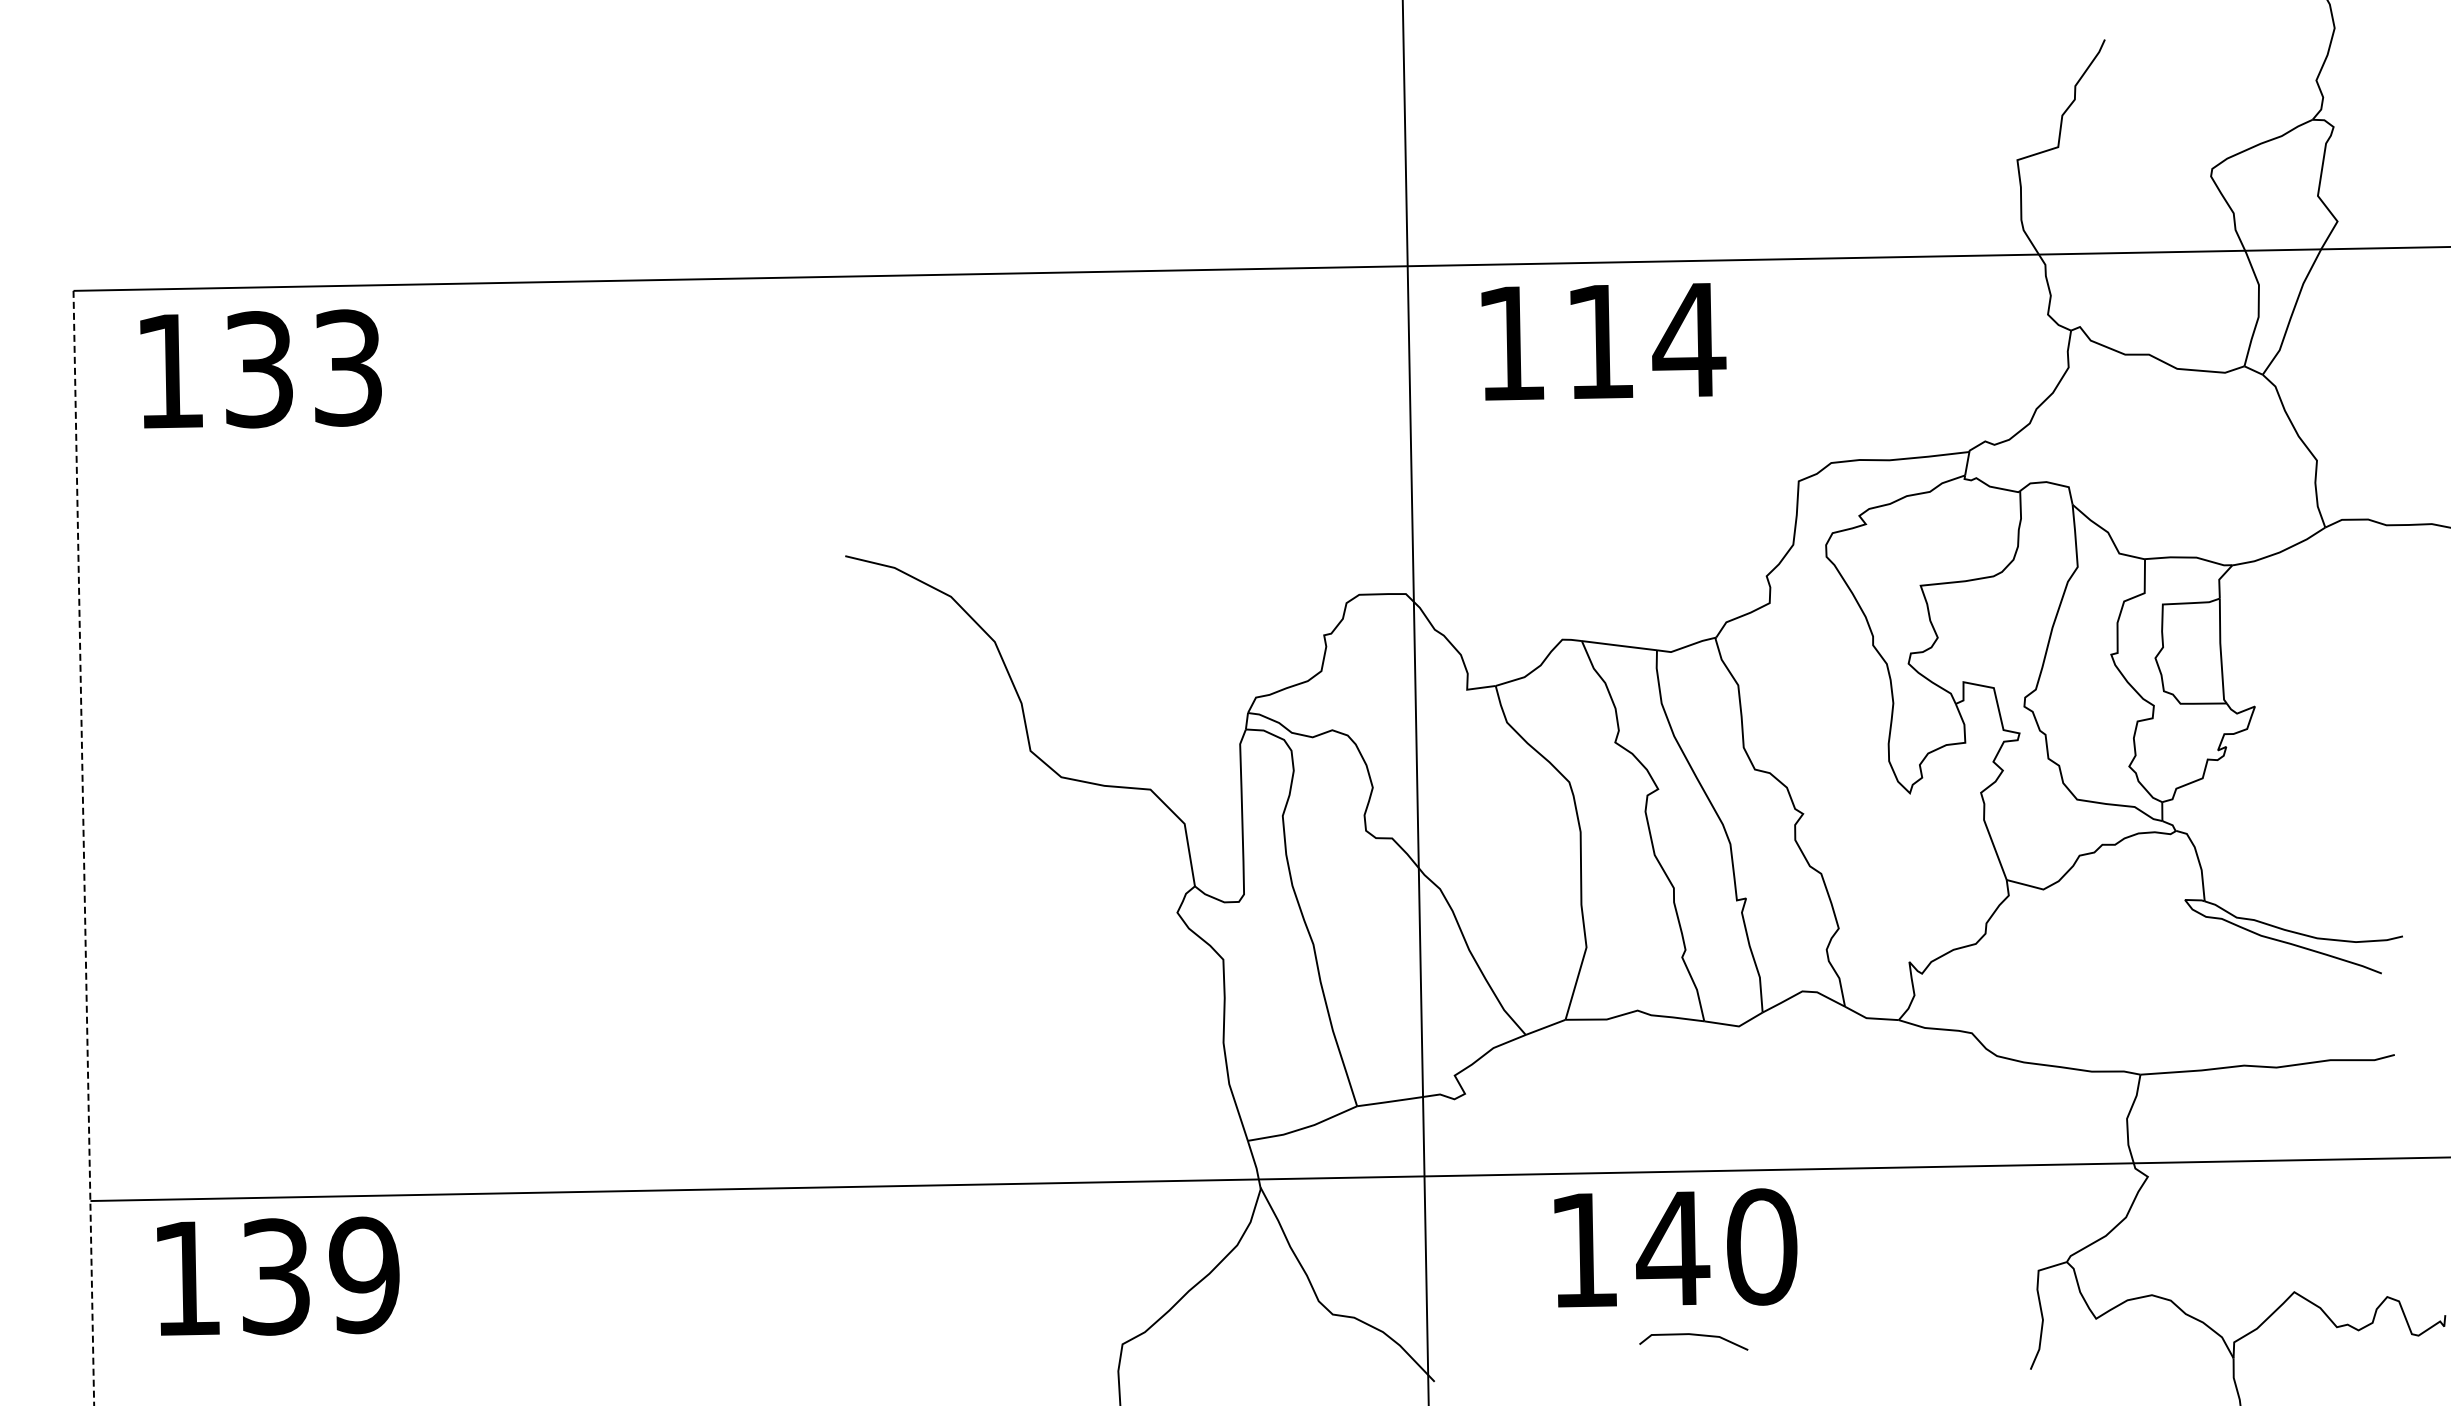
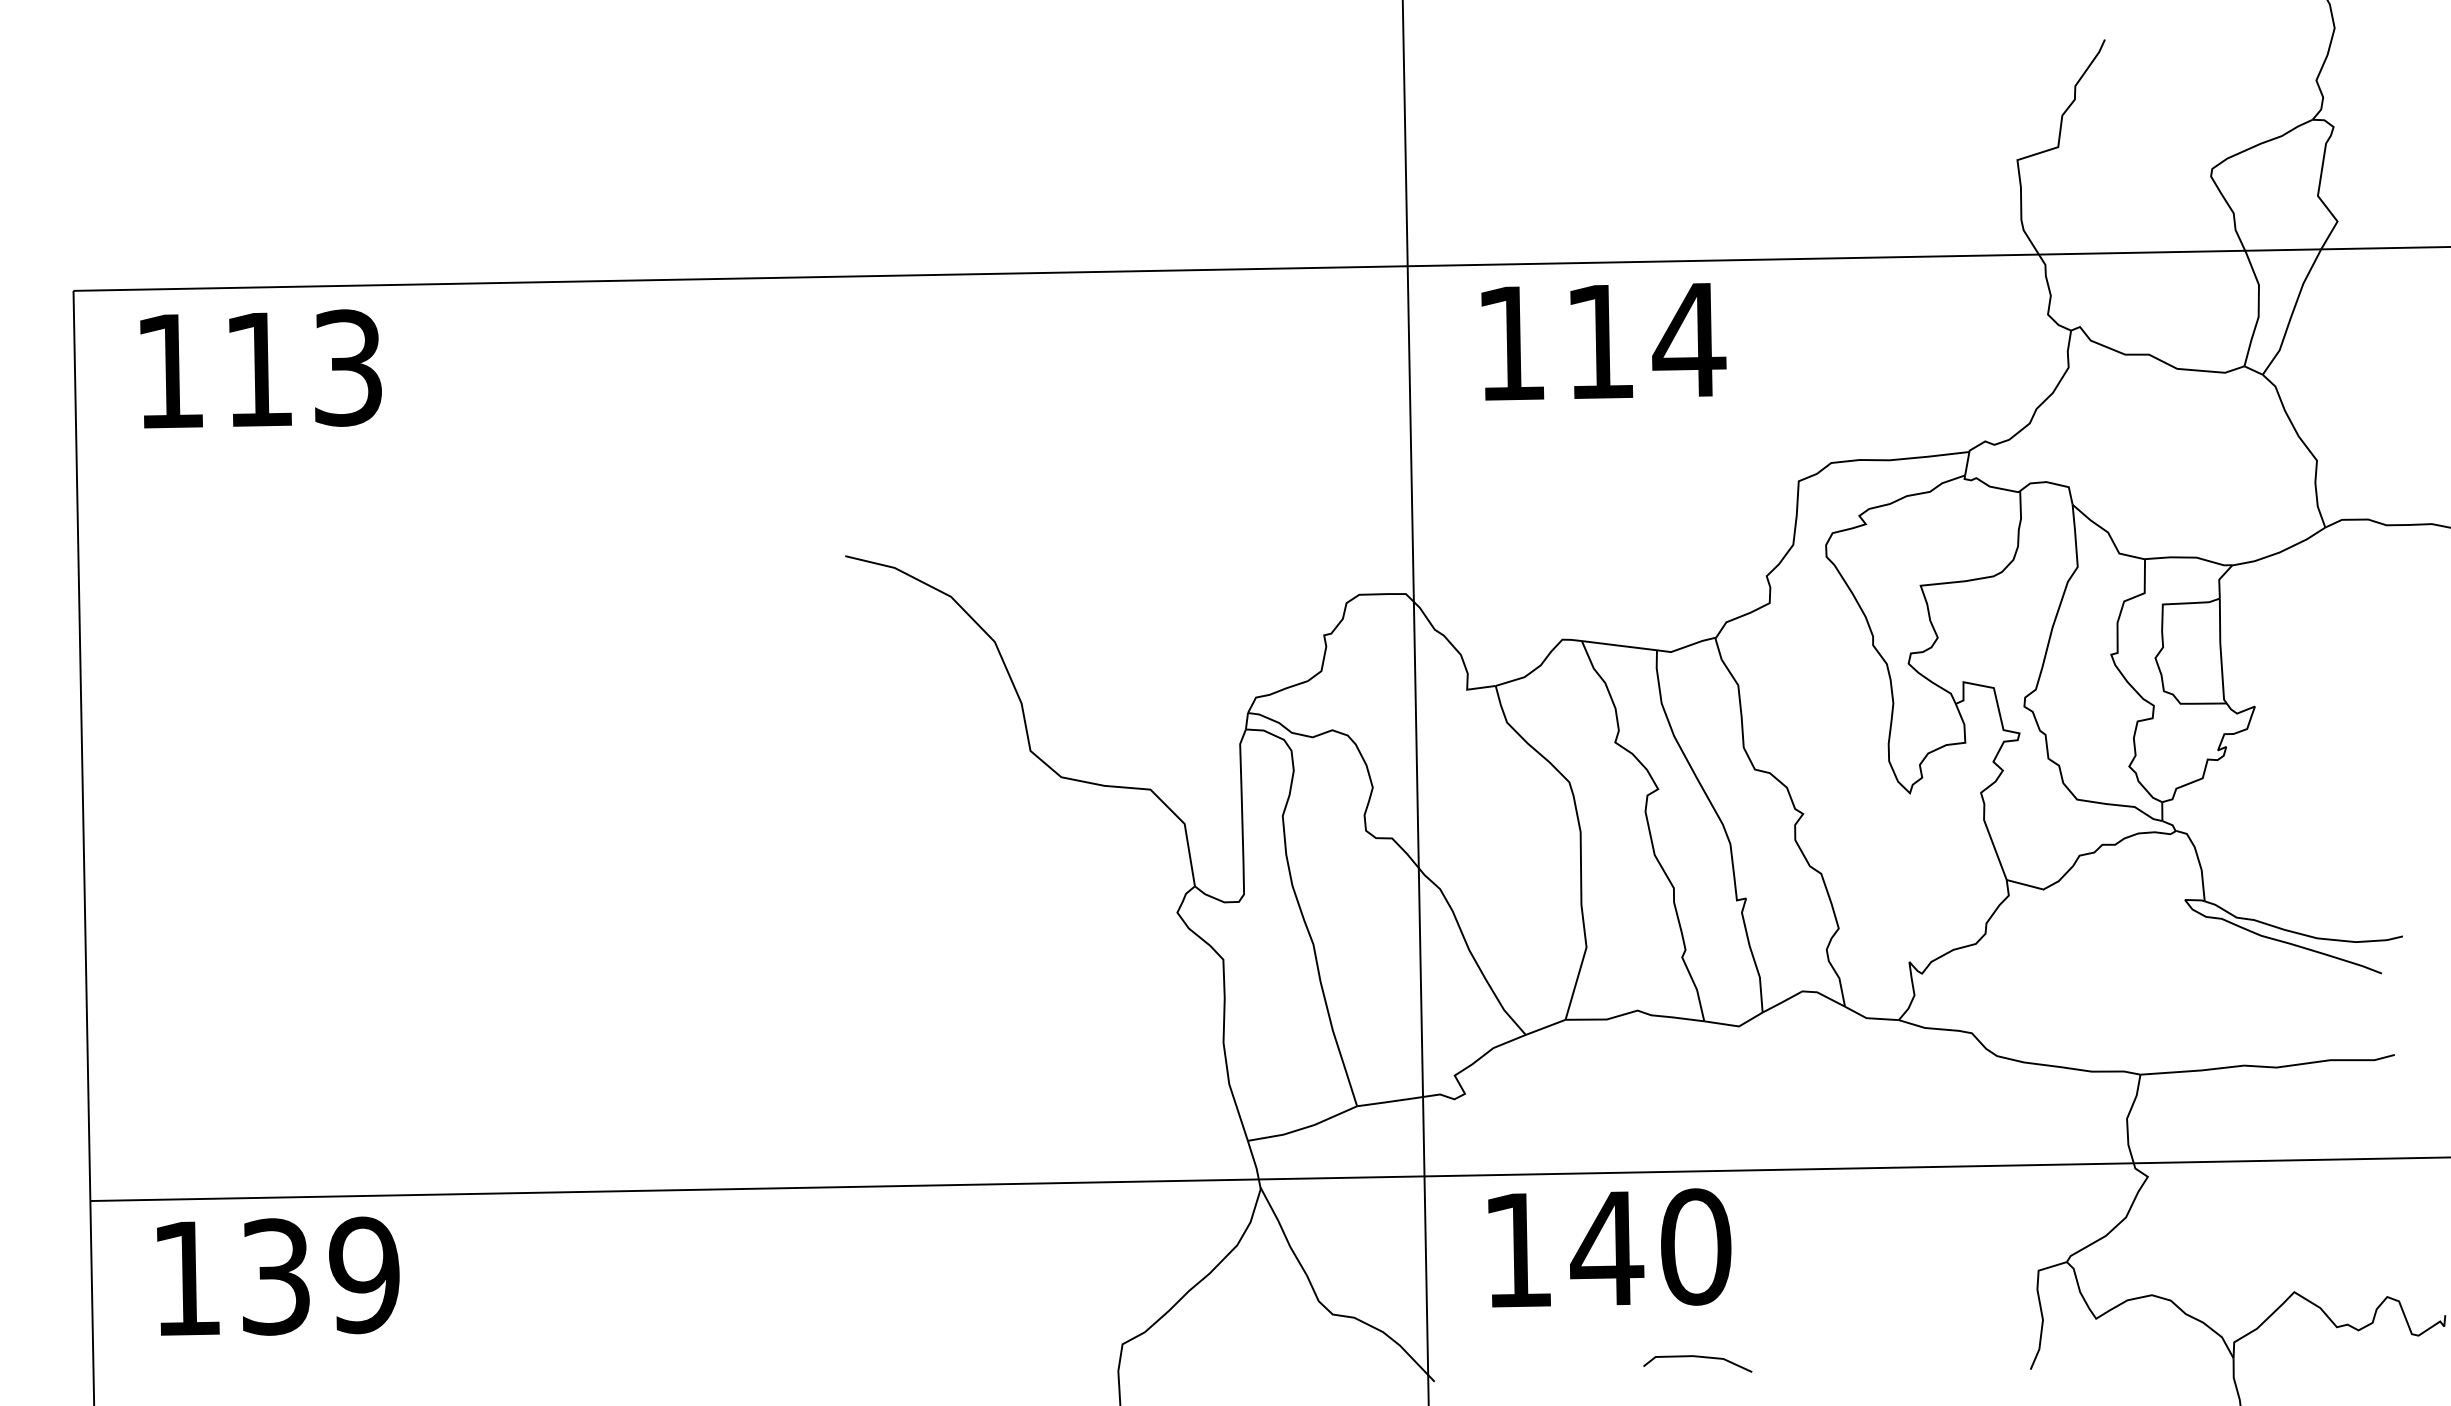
text at (259, 369): 133 -> 113
line at (83, 848): dashed -> solid
text at (1675, 1247) position: (1675, 1247) -> (1609, 1247)
line at (1693, 1335) position: (1693, 1335) -> (1697, 1357)
